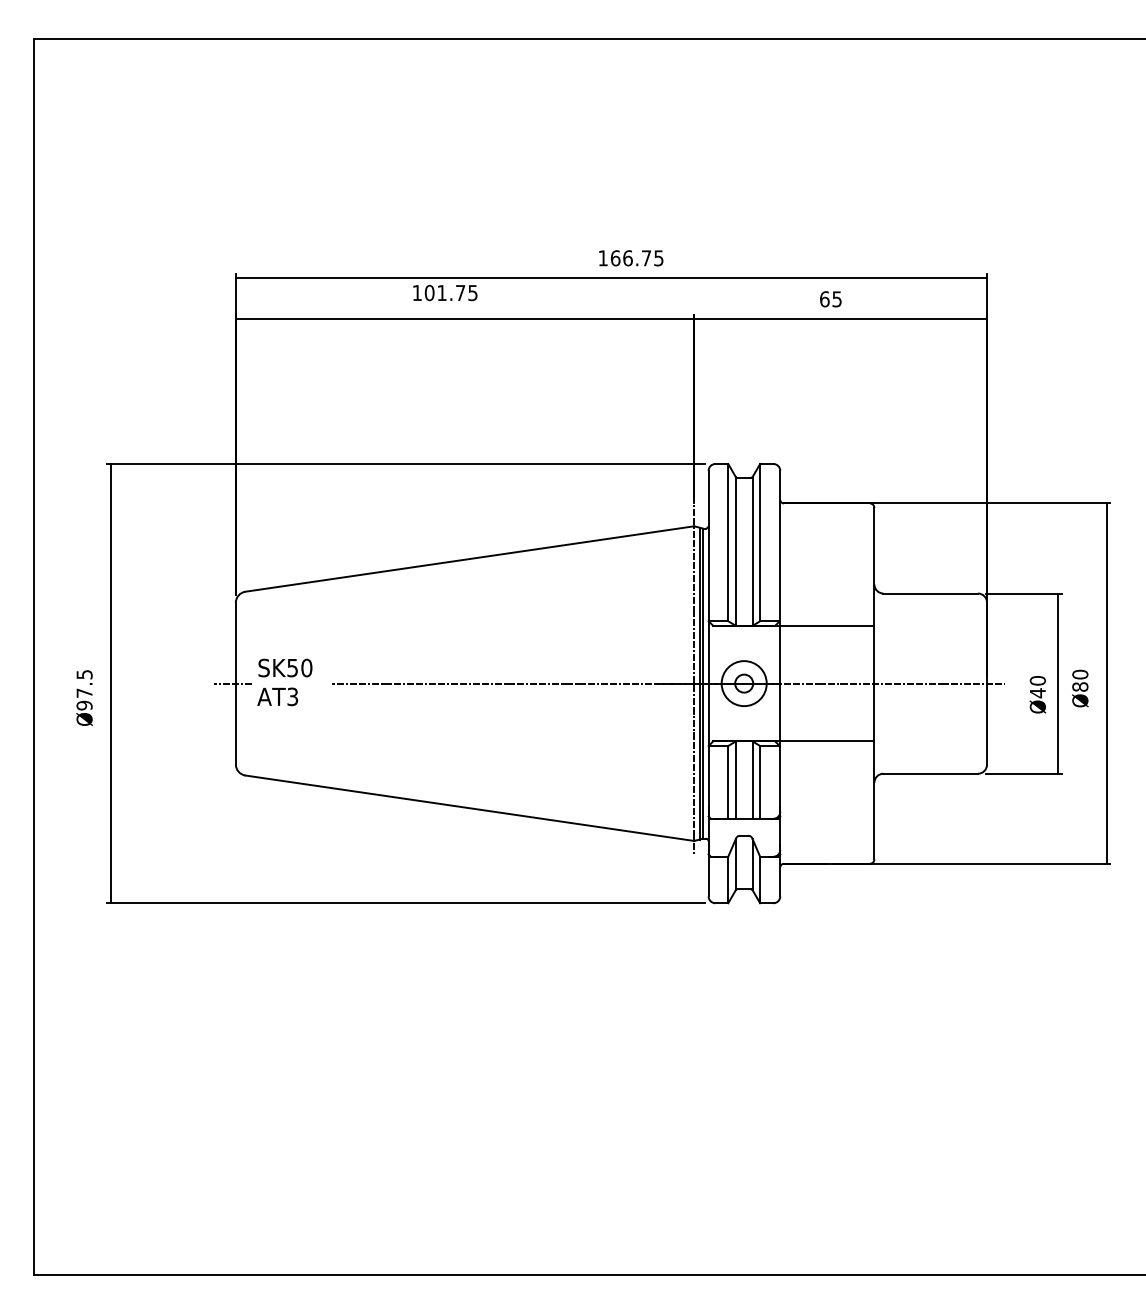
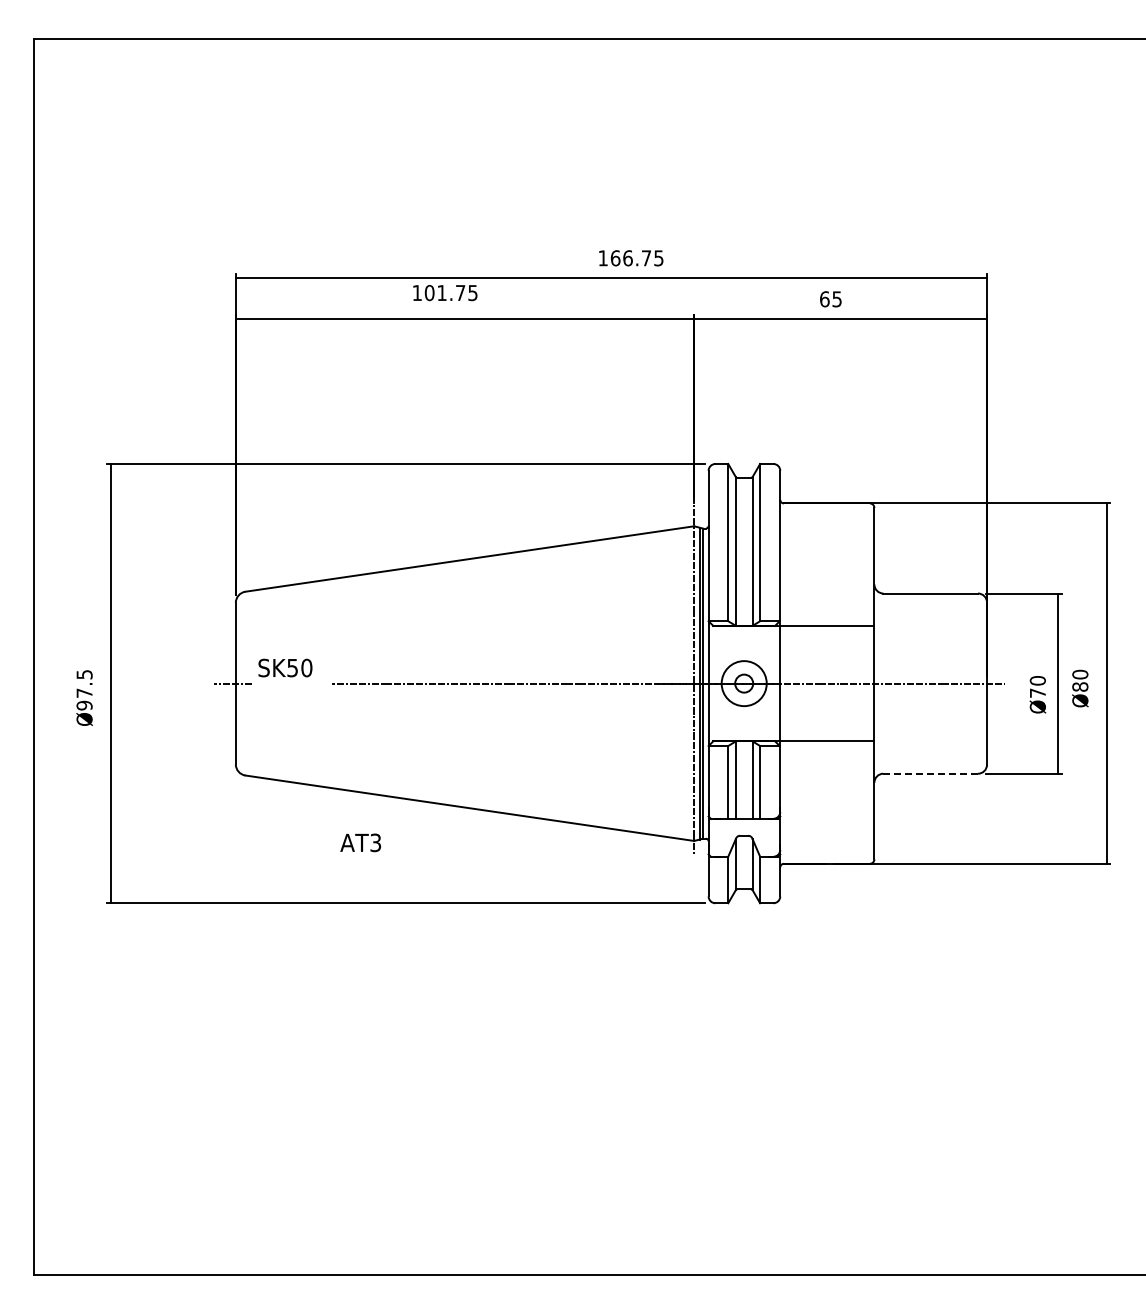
text at (1037, 693): Ø40 -> Ø70
text at (277, 696) position: (277, 696) -> (360, 842)
line at (931, 773): solid -> dashed
